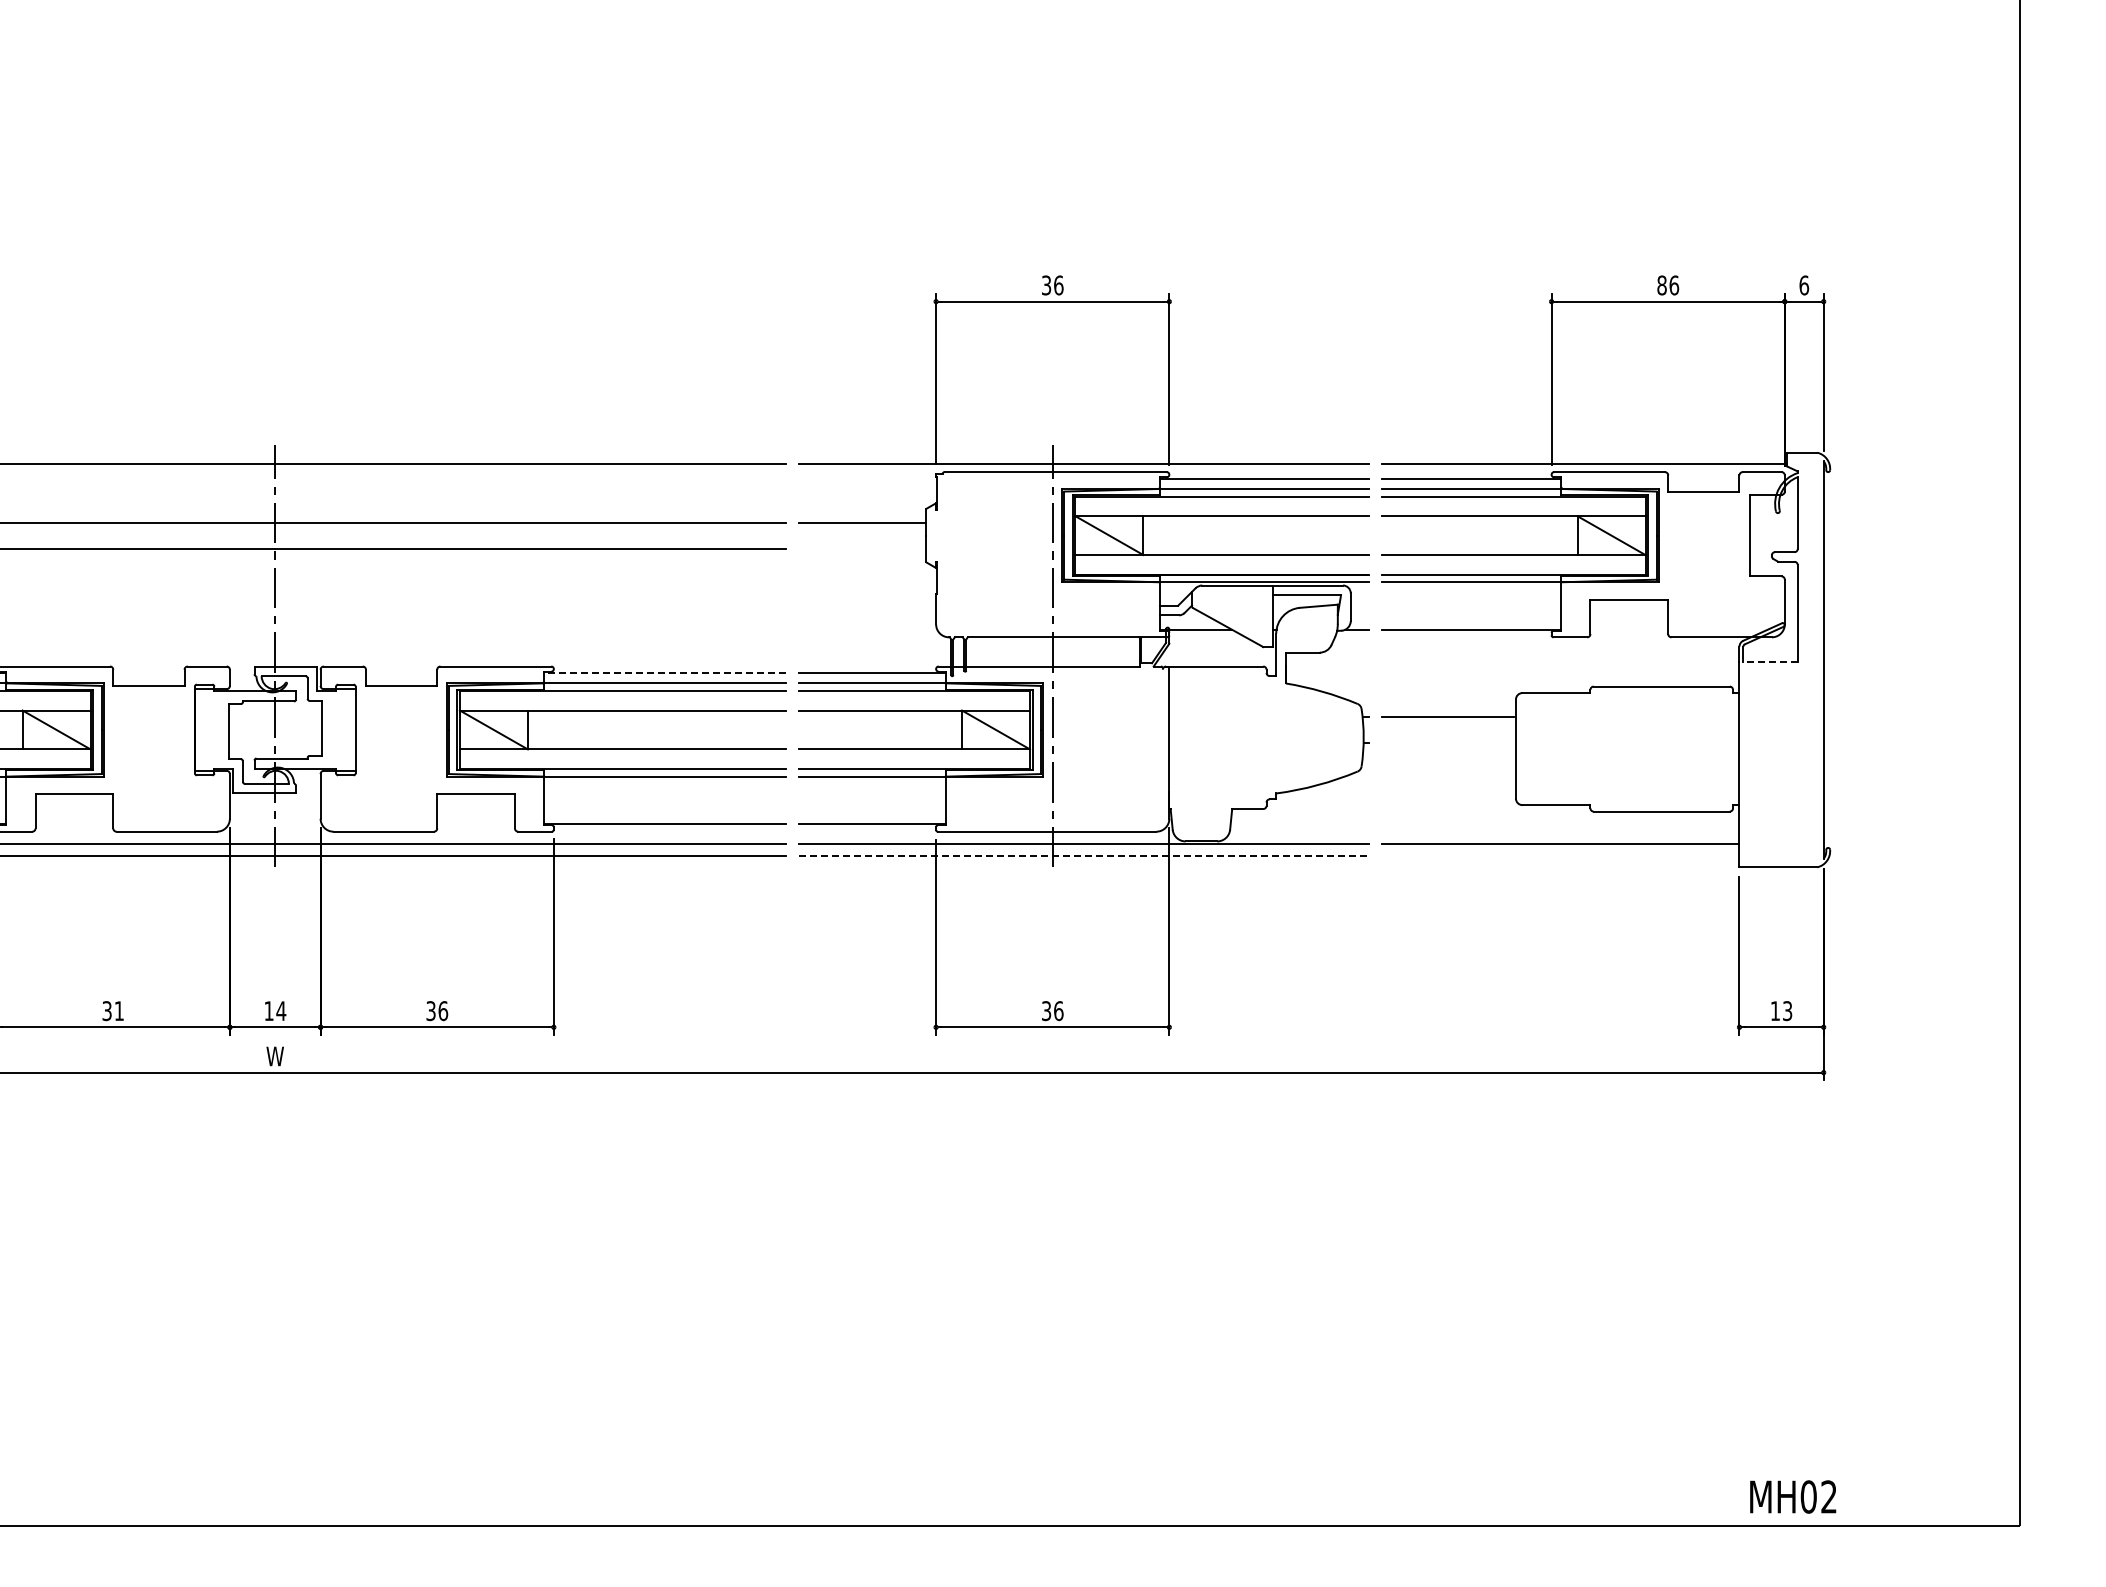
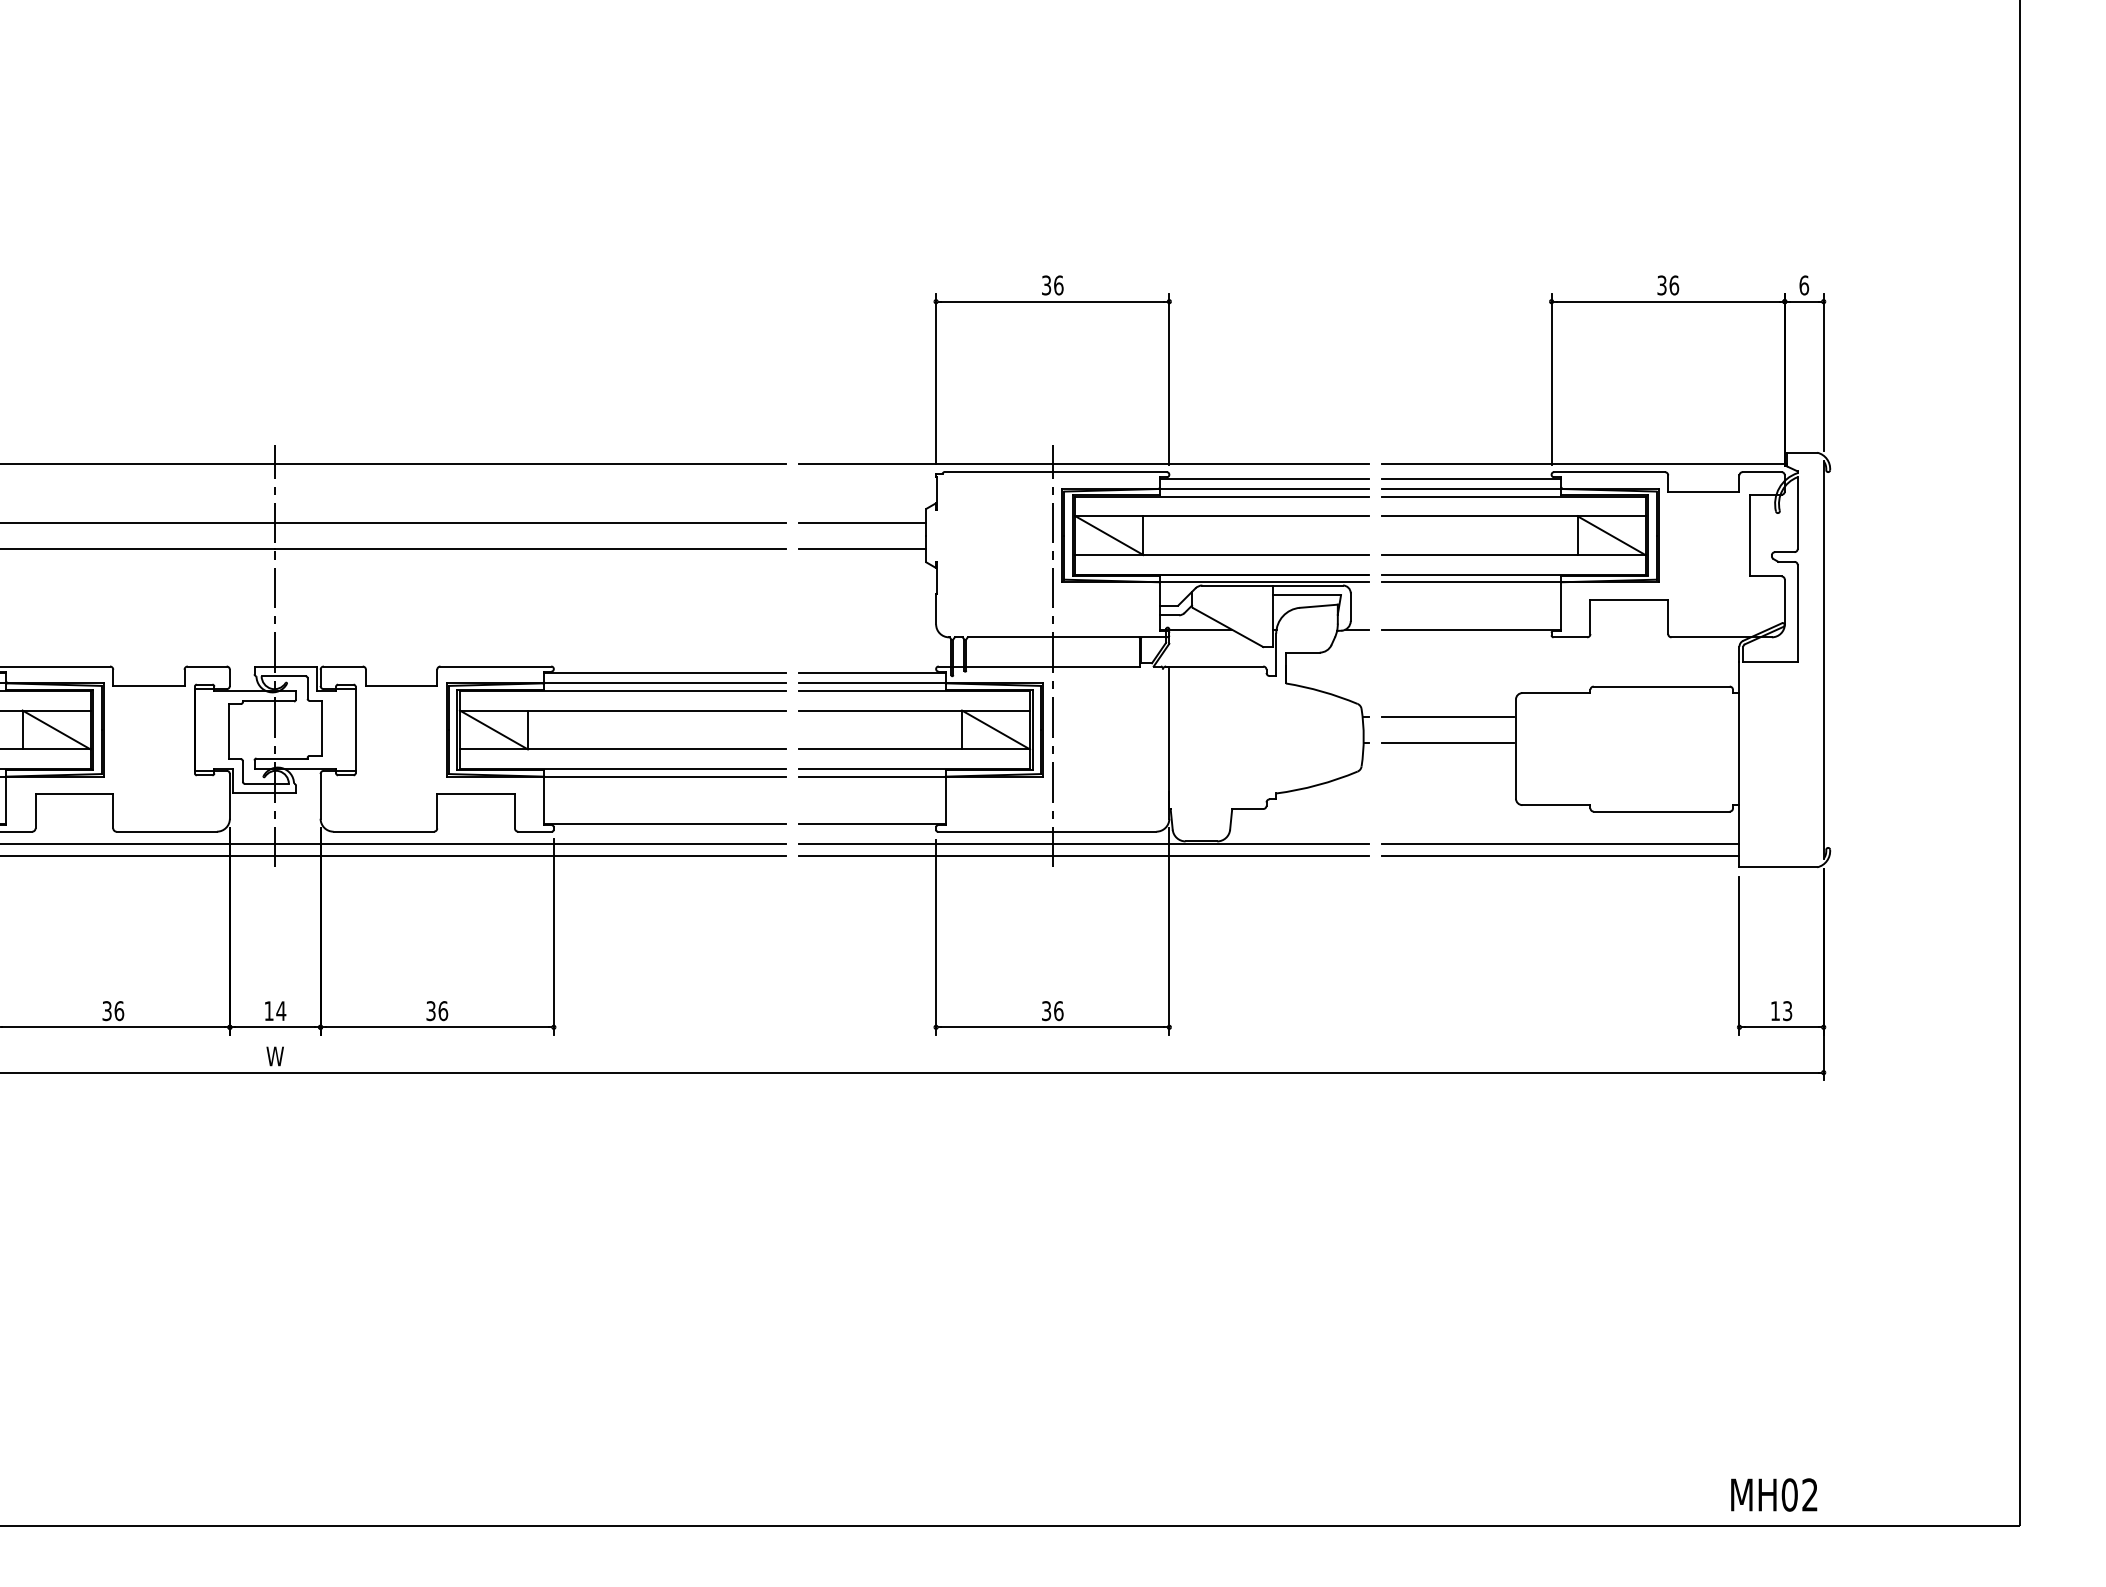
text at (1661, 285): 86 -> 36
line at (862, 548): none -> present
line at (1770, 661): dashed -> solid
line at (664, 672): dashed -> solid
line at (1447, 742): none -> present
line at (1084, 855): dashed -> solid
line at (1560, 855): none -> present
text at (119, 1011): 31 -> 36
text at (1793, 1496) position: (1793, 1496) -> (1774, 1494)
